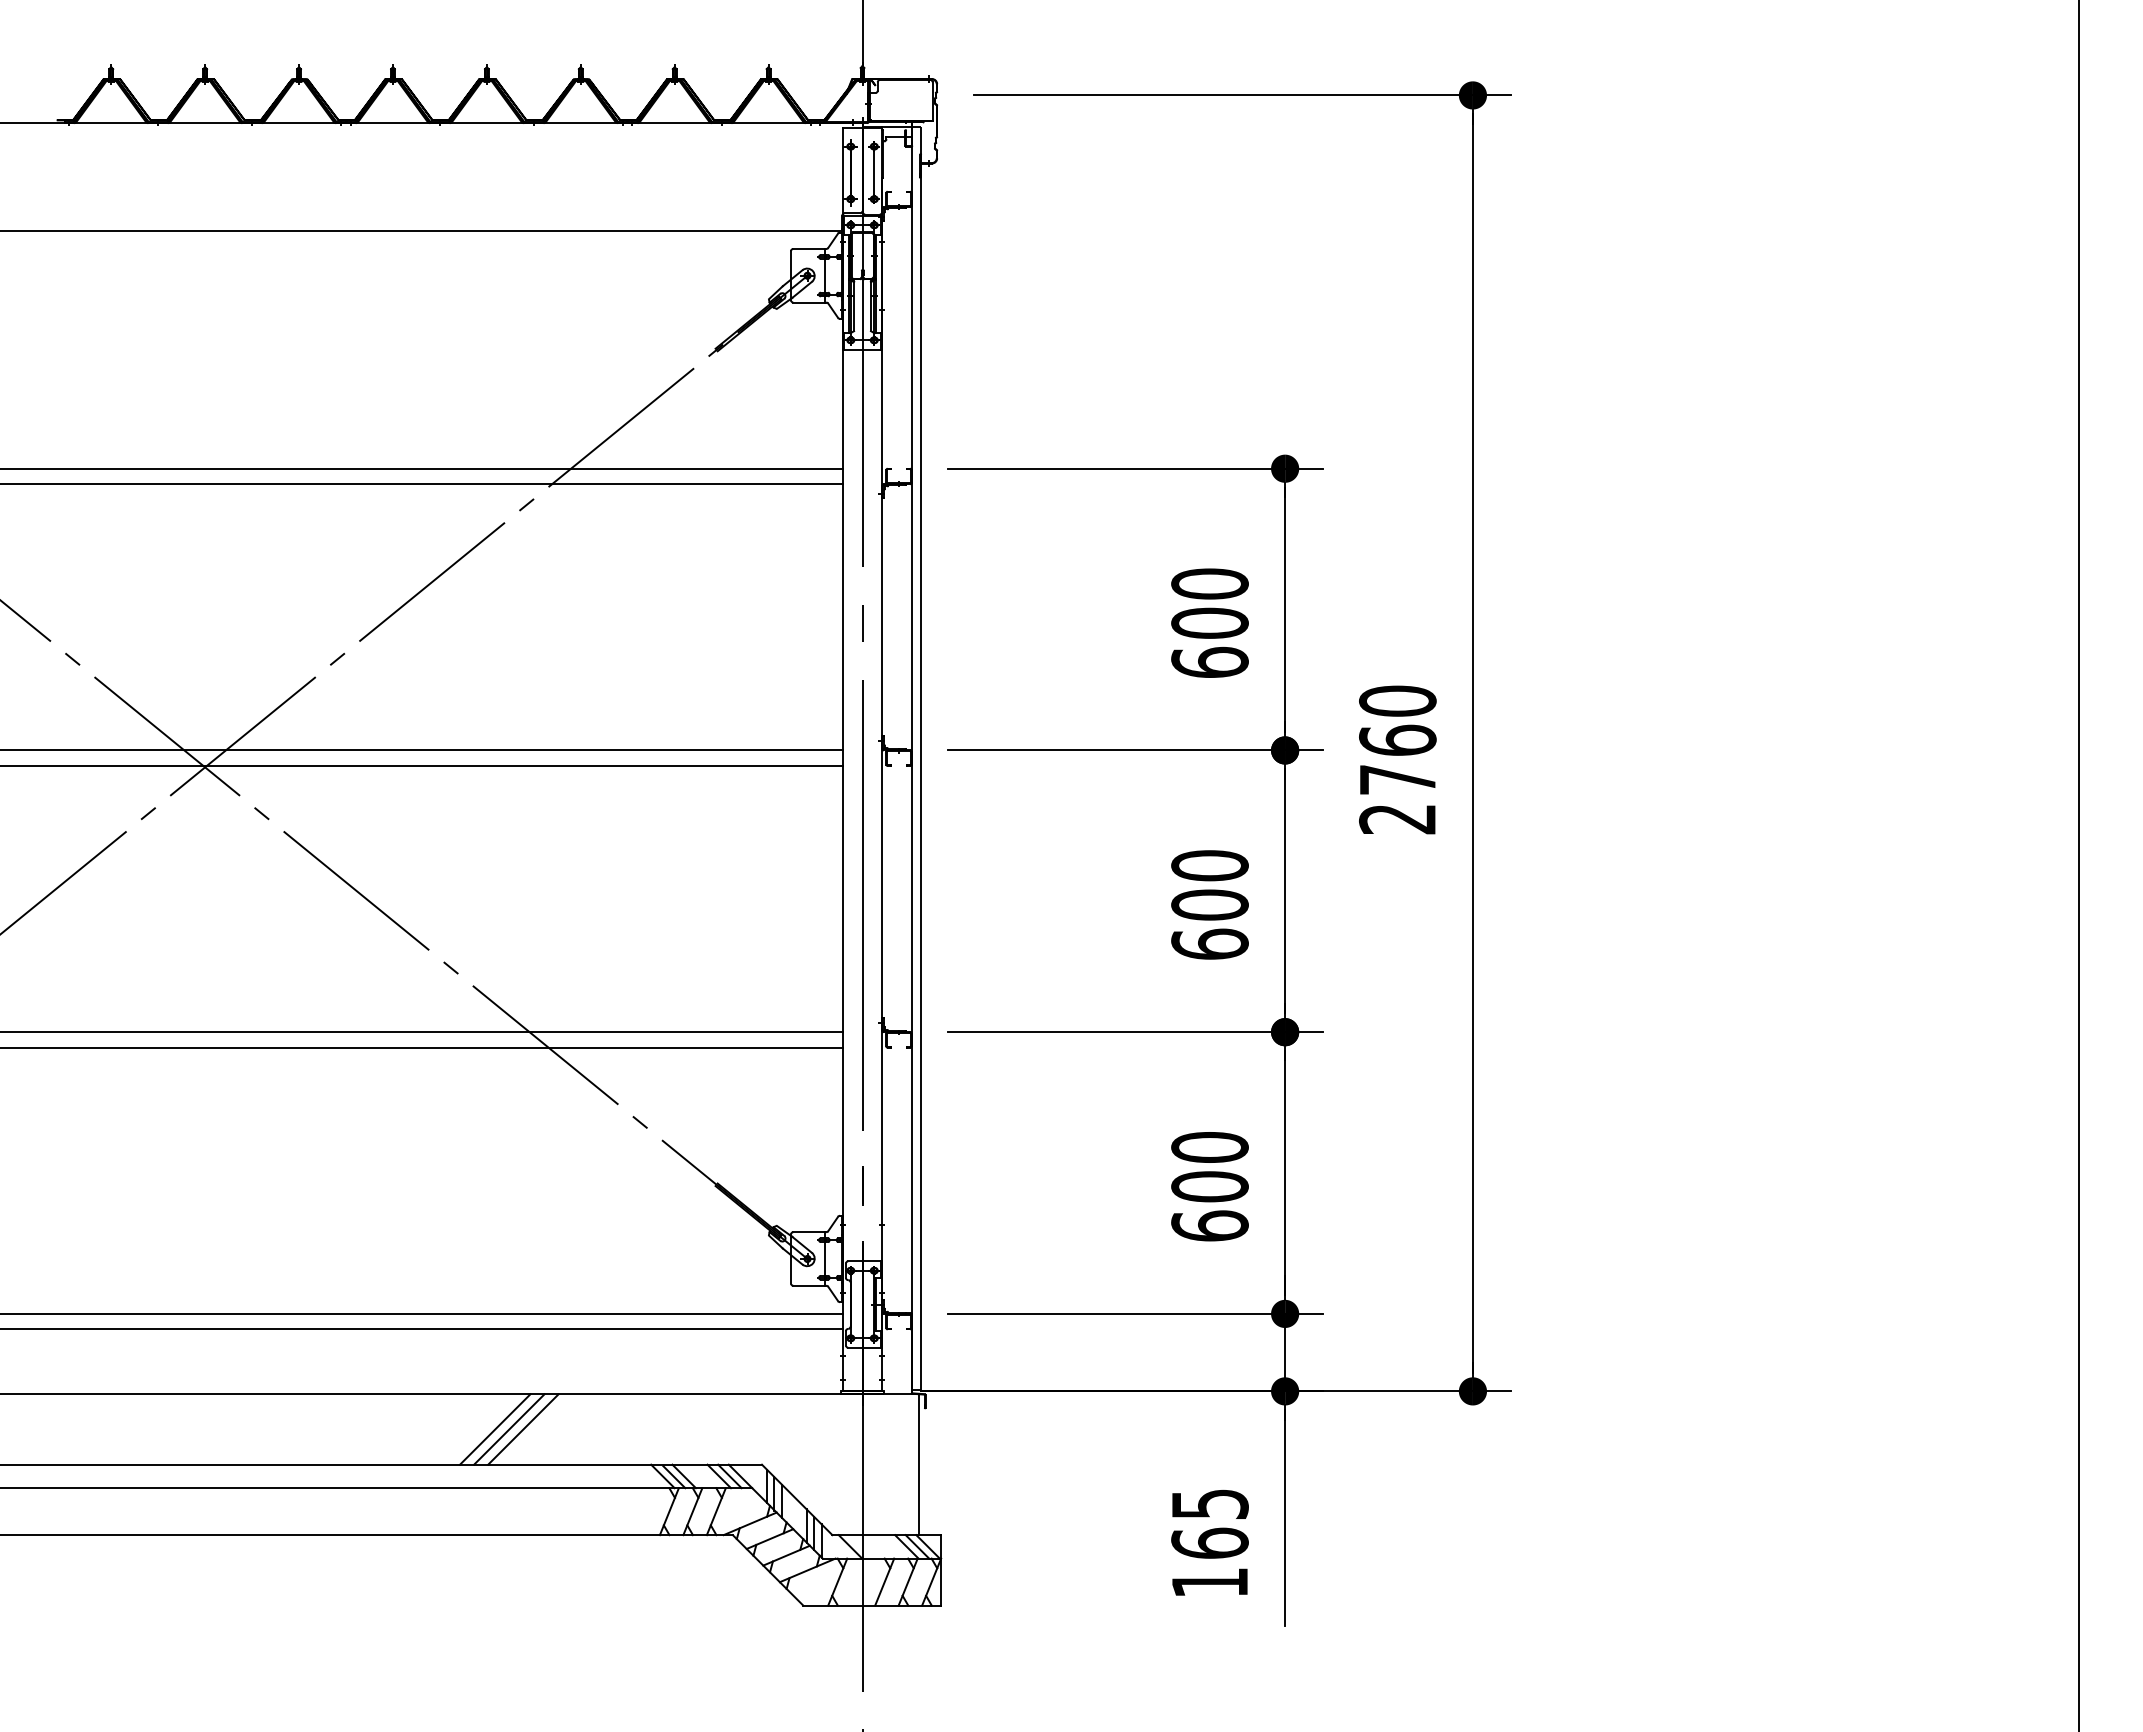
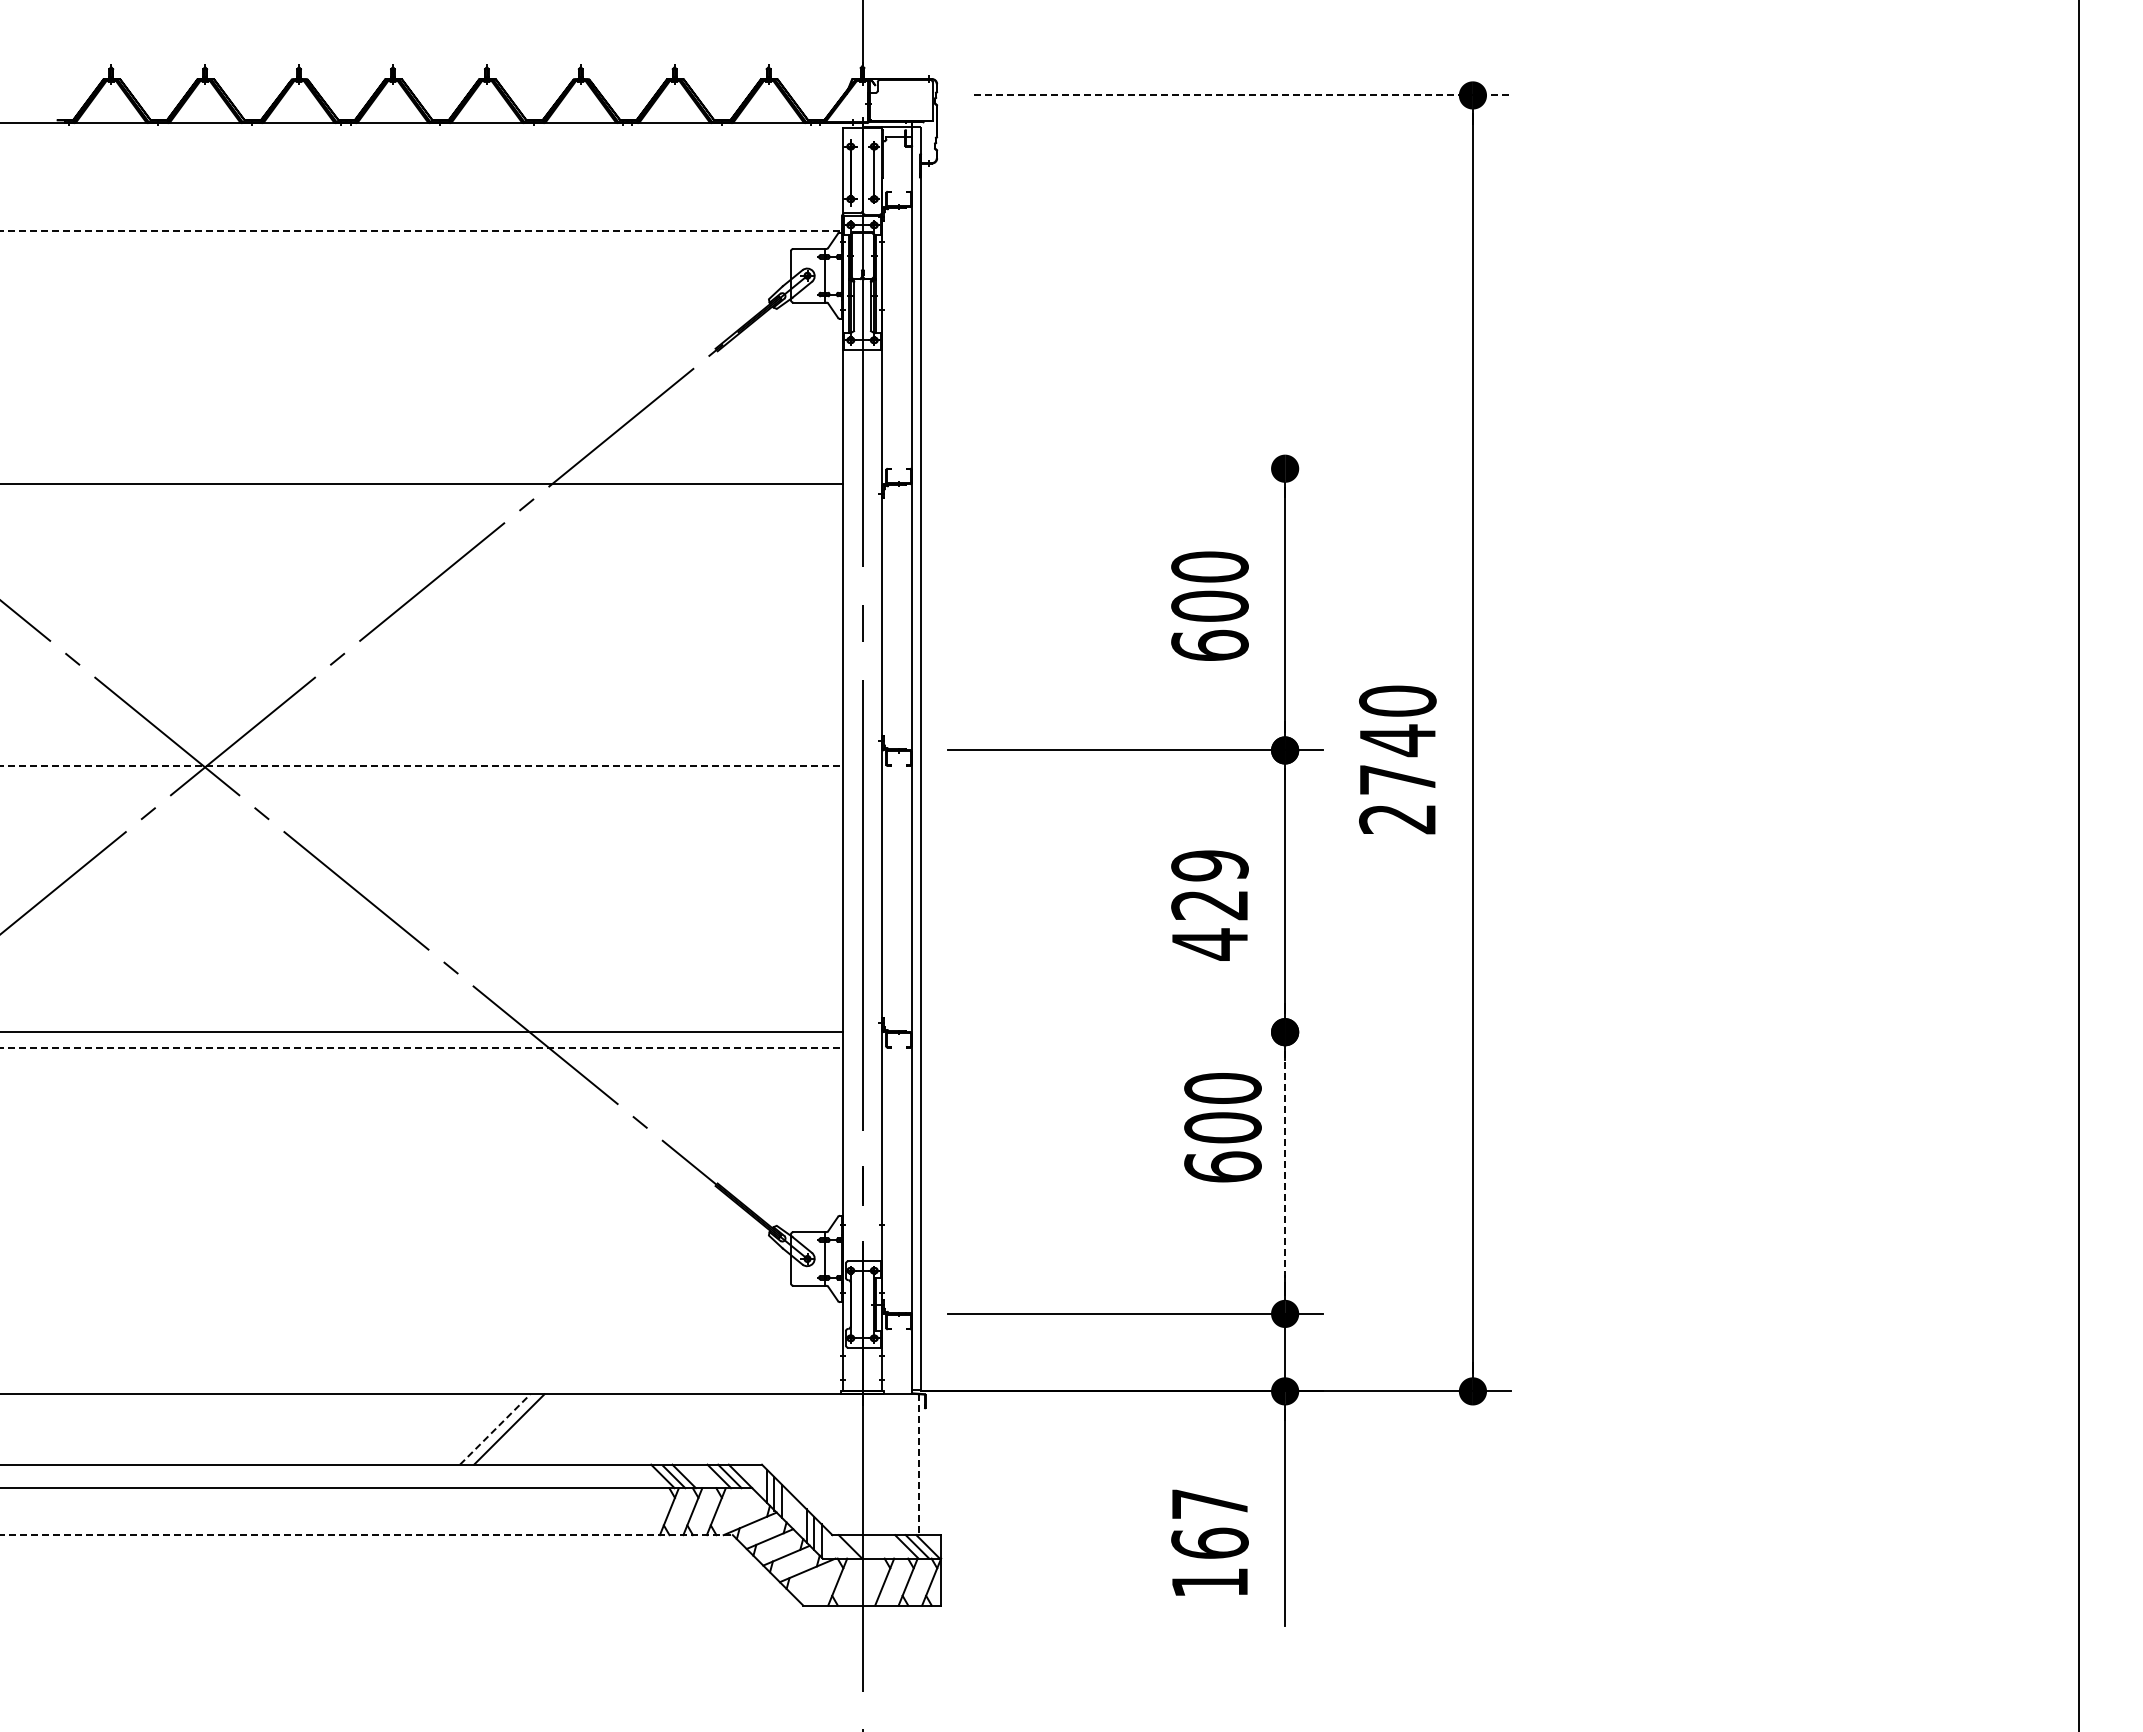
line at (1242, 95): solid -> dashed
line at (421, 231): solid -> dashed
line at (422, 468): present -> none
line at (1134, 468): present -> none
text at (1209, 622) position: (1209, 622) -> (1209, 605)
text at (1397, 740): 2760 -> 2740
line at (422, 750): present -> none
line at (421, 765): solid -> dashed
text at (1209, 905): 600 -> 429
line at (1134, 1032): present -> none
line at (421, 1047): solid -> dashed
line at (1285, 1173): solid -> dashed
text at (1209, 1186) position: (1209, 1186) -> (1222, 1127)
line at (422, 1313): present -> none
line at (422, 1329): present -> none
line at (495, 1429): solid -> dashed
line at (523, 1429): present -> none
line at (918, 1465): solid -> dashed
text at (1210, 1503): 165 -> 167
line at (366, 1535): solid -> dashed
